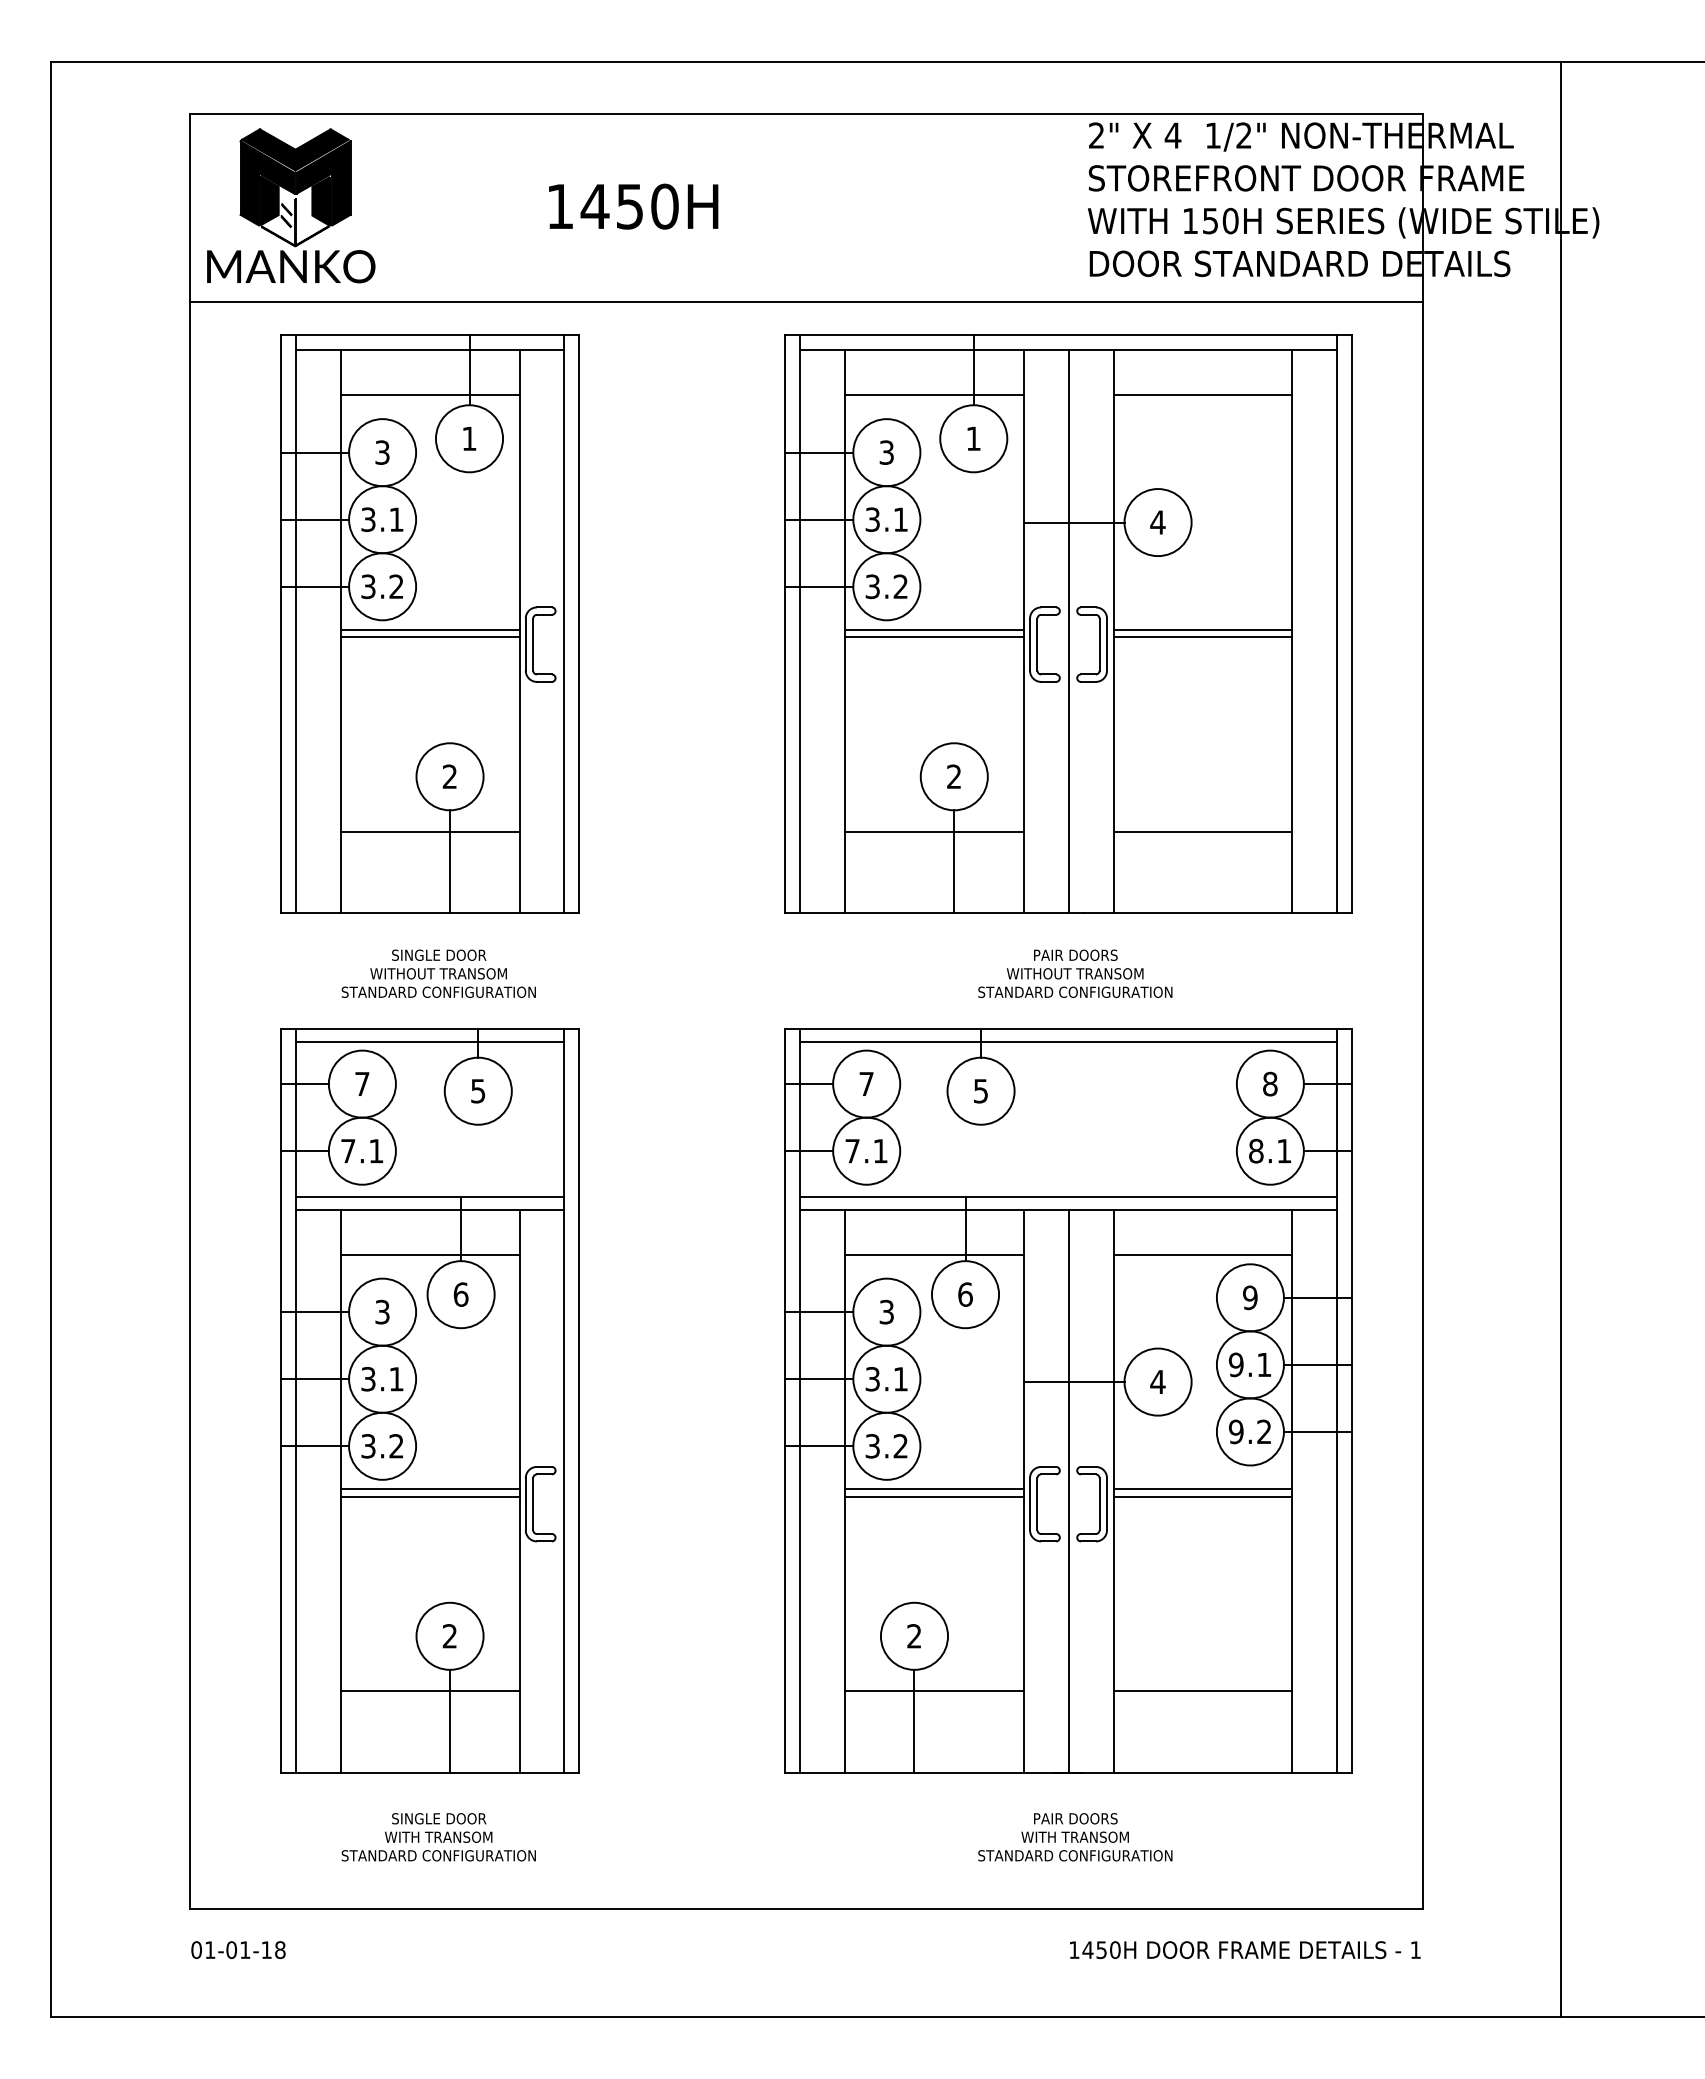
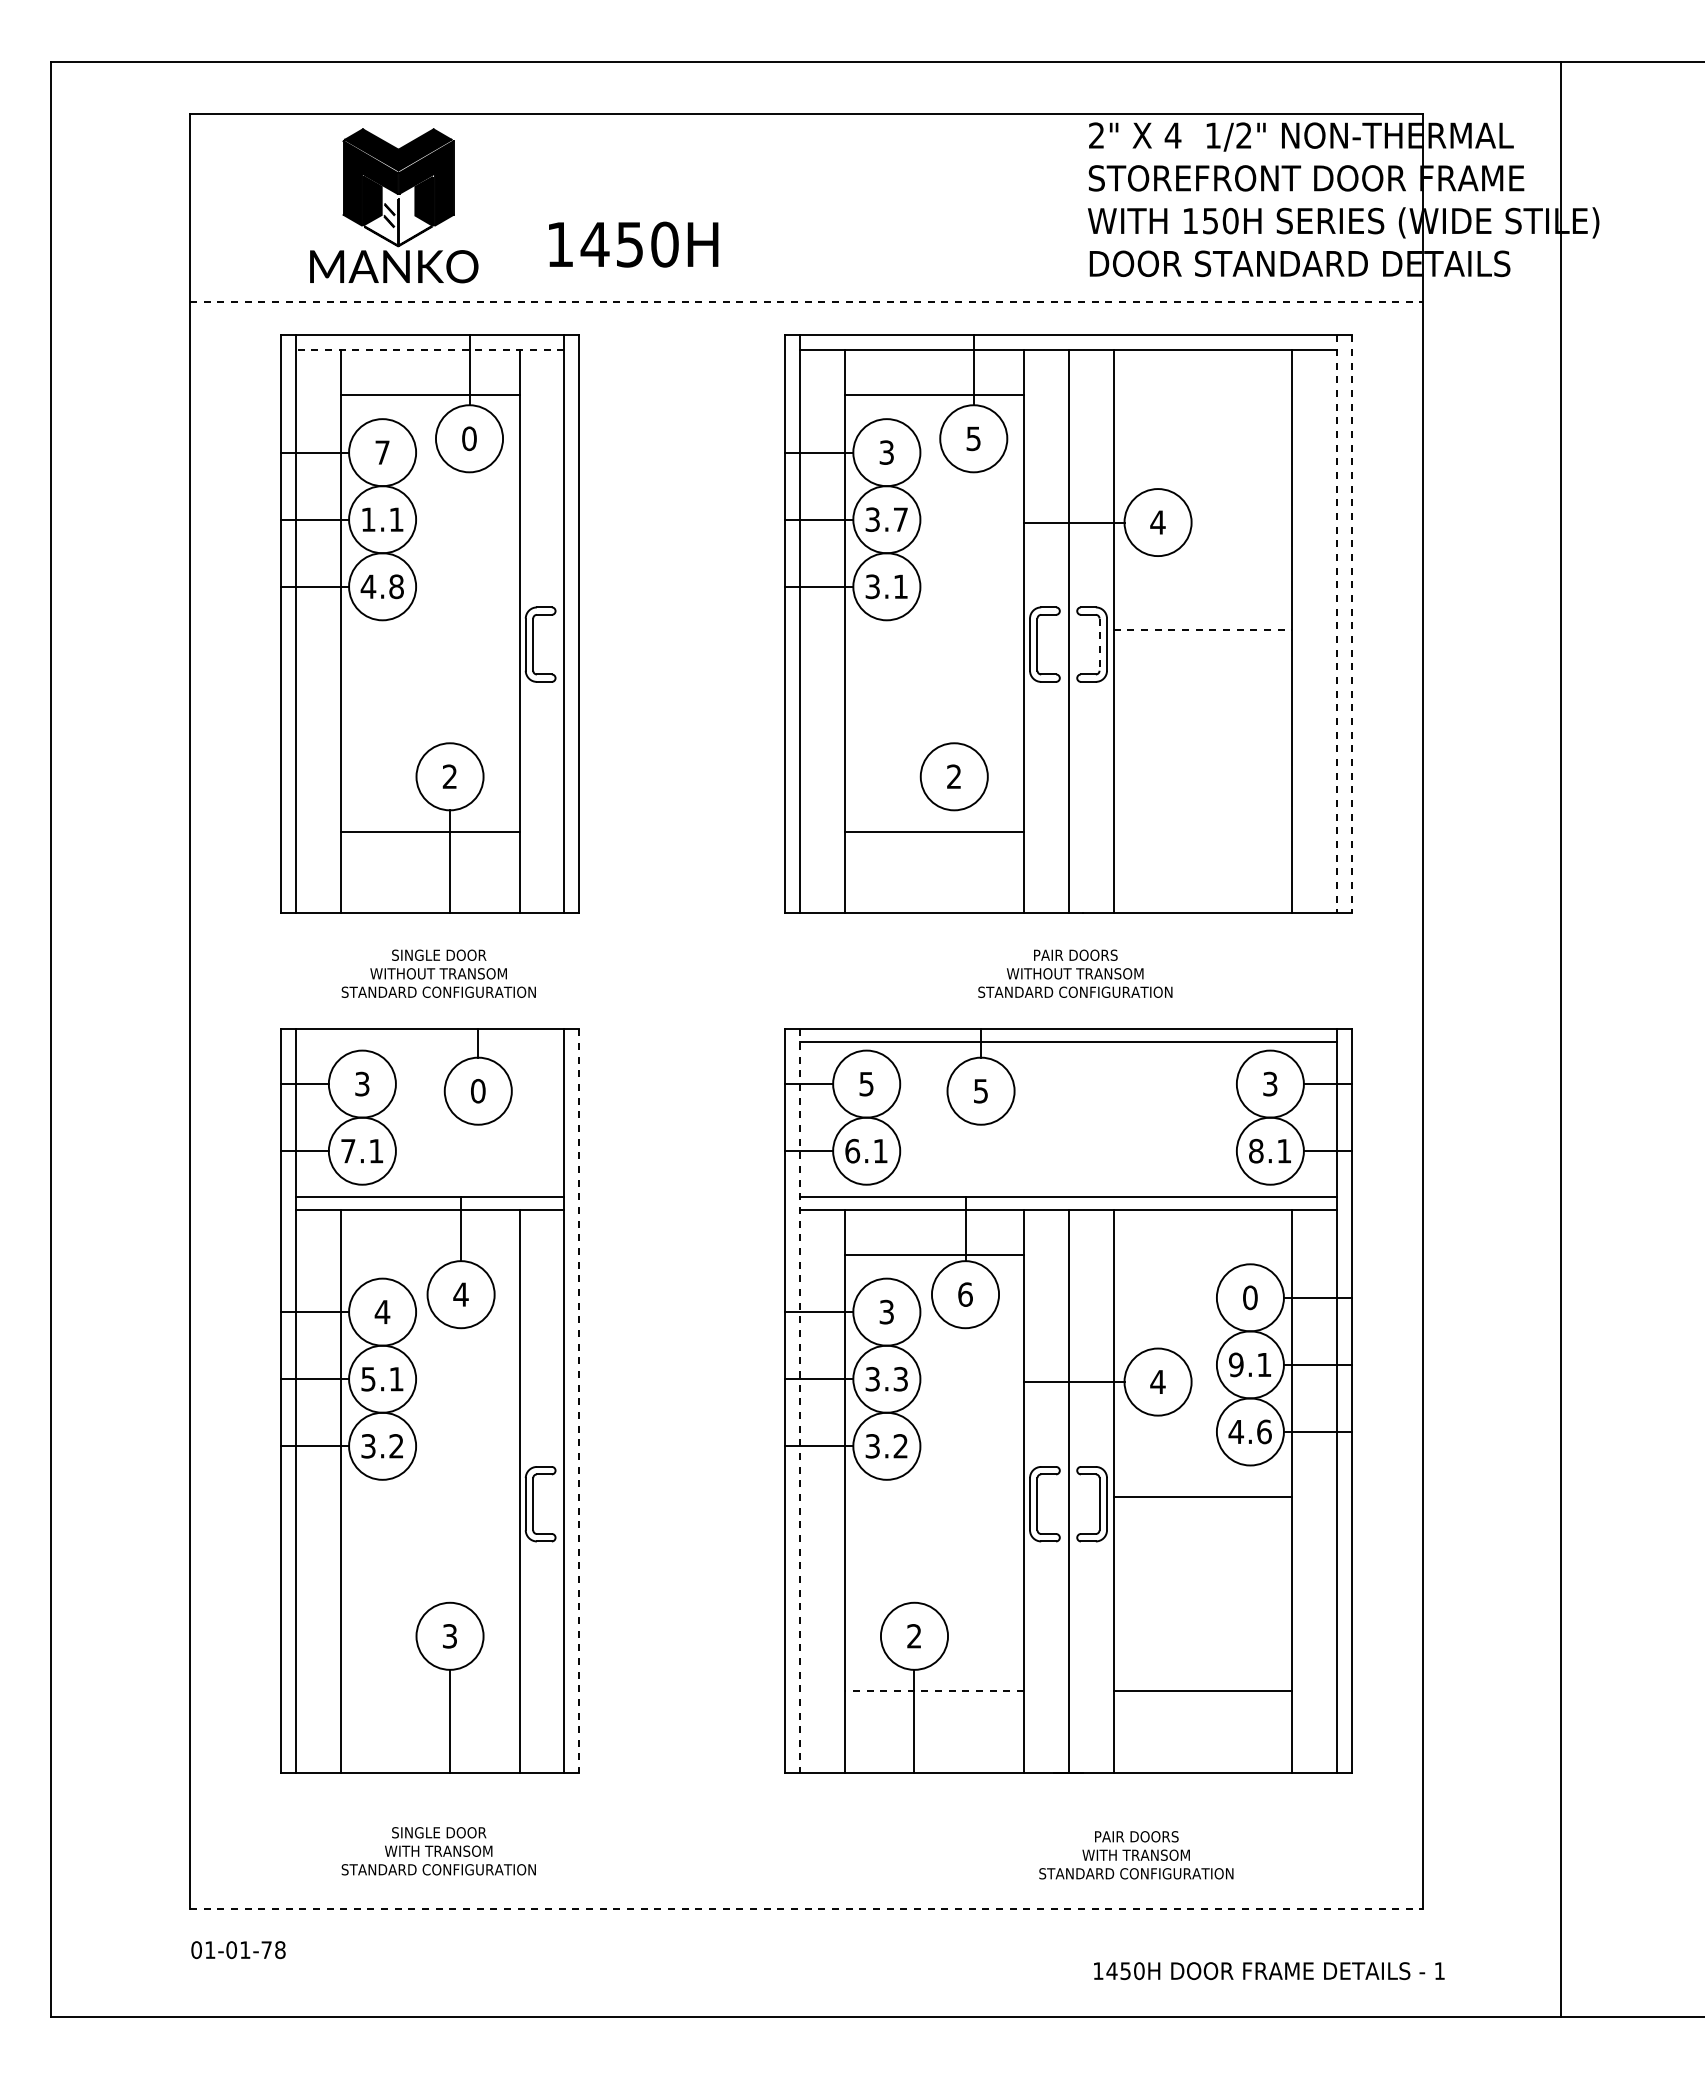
part at (291, 205) position: (291, 205) -> (394, 205)
text at (633, 206) position: (633, 206) -> (633, 244)
line at (806, 301): solid -> dashed
line at (429, 350): solid -> dashed
line at (1202, 395): present -> none
text at (469, 438): 1 -> 0
text at (973, 438): 1 -> 5
text at (382, 452): 3 -> 7
text at (368, 519): 3.1 -> 1.1
text at (900, 519): 3.1 -> 3.7
text at (381, 586): 3.2 -> 4.8
text at (900, 586): 3.2 -> 3.1
line at (1336, 624): solid -> dashed
line at (1351, 624): solid -> dashed
line at (429, 629): present -> none
line at (933, 629): present -> none
line at (1203, 629): solid -> dashed
line at (429, 637): present -> none
line at (933, 637): present -> none
line at (1202, 637): present -> none
line at (1099, 645): solid -> dashed
line at (1202, 831): present -> none
line at (954, 861): present -> none
line at (430, 1042): present -> none
text at (362, 1083): 7 -> 3
text at (1270, 1083): 8 -> 3
text at (866, 1084): 7 -> 5
text at (478, 1090): 5 -> 0
text at (852, 1150): 7.1 -> 6.1
line at (429, 1254): present -> none
line at (1202, 1254): present -> none
text at (460, 1294): 6 -> 4
text at (1250, 1297): 9 -> 0
text at (382, 1311): 3 -> 4
text at (368, 1378): 3.1 -> 5.1
text at (900, 1379): 3.1 -> 3.3
line at (579, 1401): solid -> dashed
line at (800, 1401): solid -> dashed
text at (1249, 1431): 9.2 -> 4.6
line at (429, 1489): present -> none
line at (933, 1489): present -> none
line at (1202, 1489): present -> none
line at (429, 1496): present -> none
line at (933, 1496): present -> none
text at (449, 1636): 2 -> 3
line at (429, 1691): present -> none
line at (934, 1691): solid -> dashed
text at (438, 1837) position: (438, 1837) -> (438, 1851)
text at (1075, 1837) position: (1075, 1837) -> (1136, 1855)
line at (806, 1909): solid -> dashed
text at (266, 1949): 01-01-18 -> 01-01-78
text at (1245, 1950) position: (1245, 1950) -> (1269, 1971)
